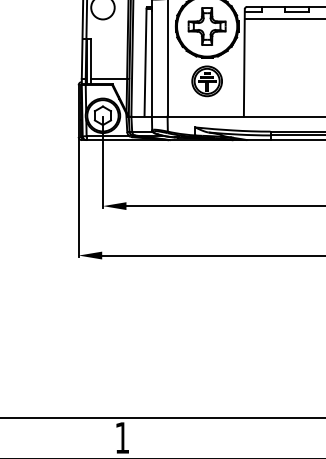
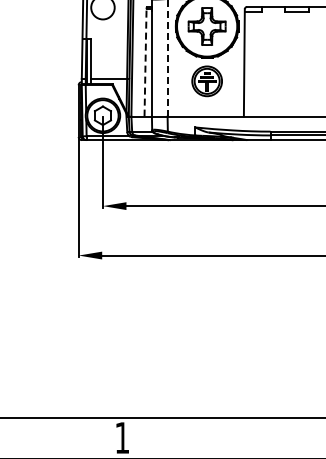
line at (283, 19): present -> none
line at (167, 58): solid -> dashed
line at (145, 62): solid -> dashed
